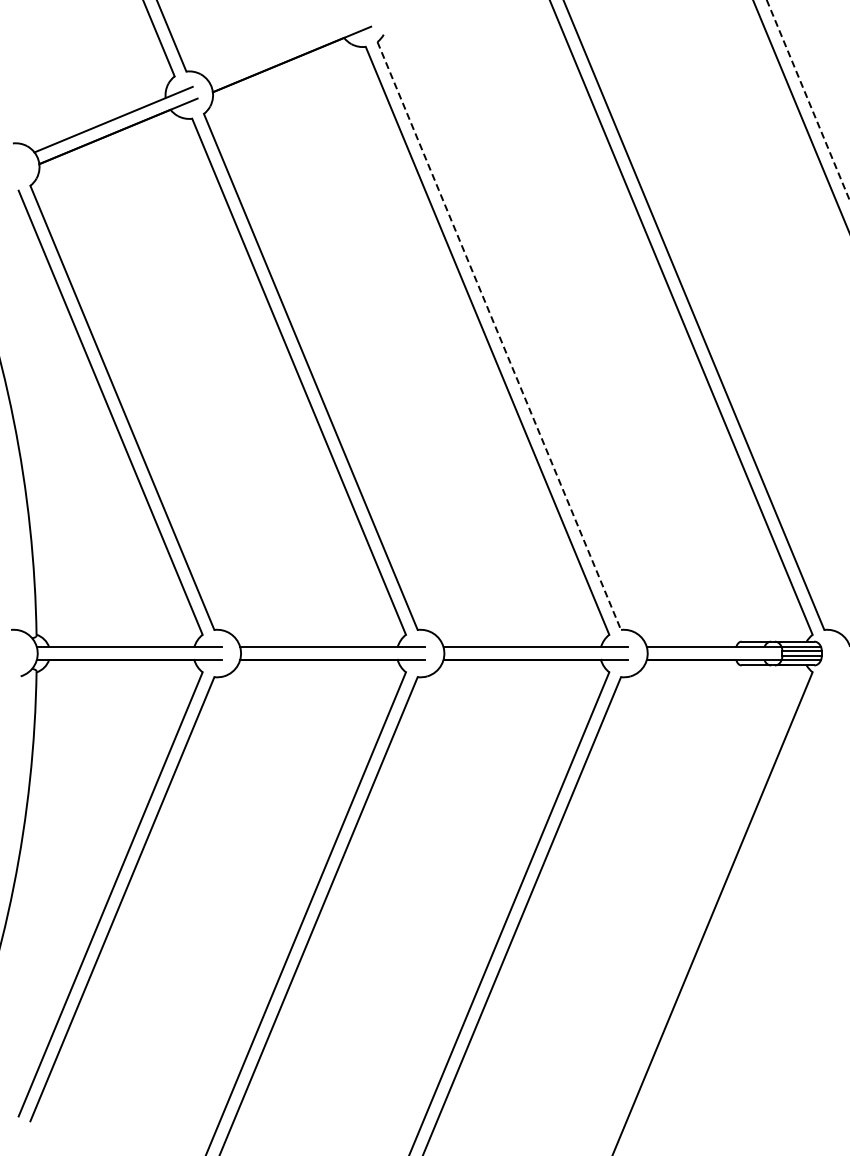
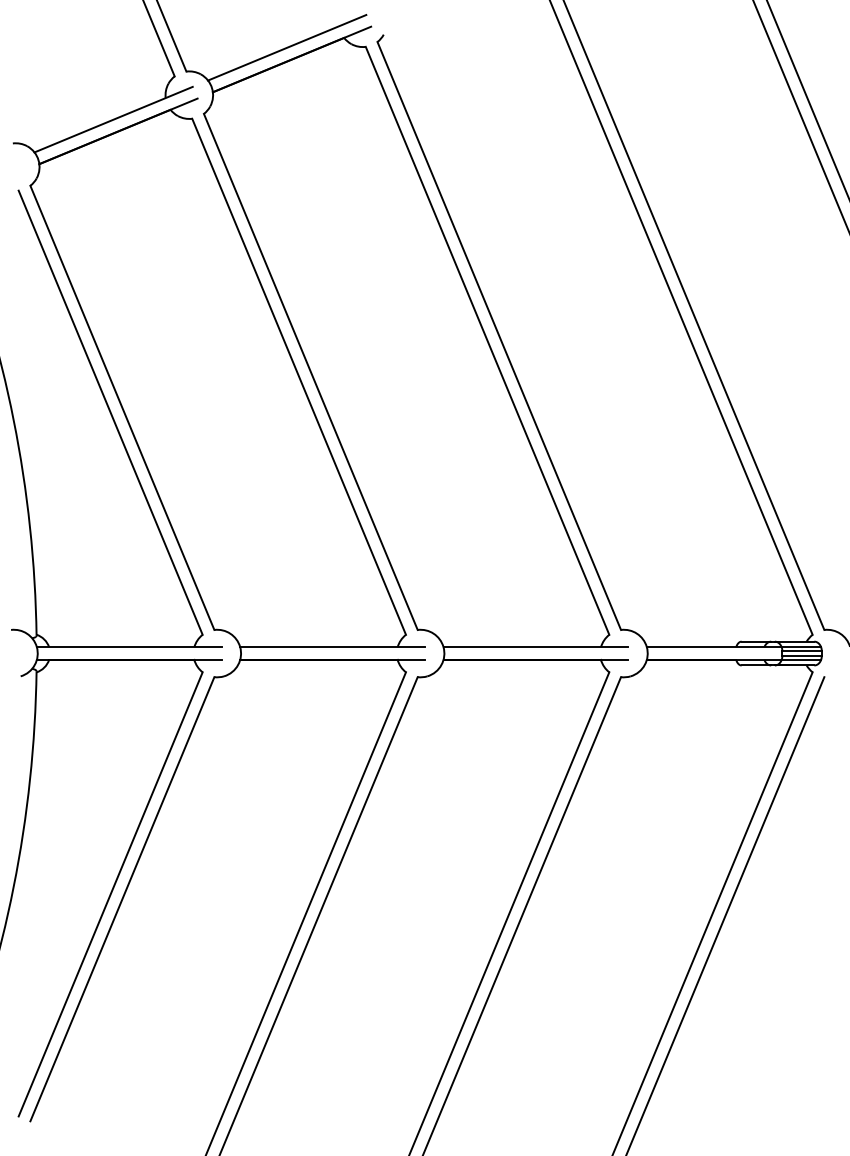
line at (287, 47): none -> present
line at (808, 100): dashed -> solid
line at (499, 336): dashed -> solid
line at (725, 914): none -> present
